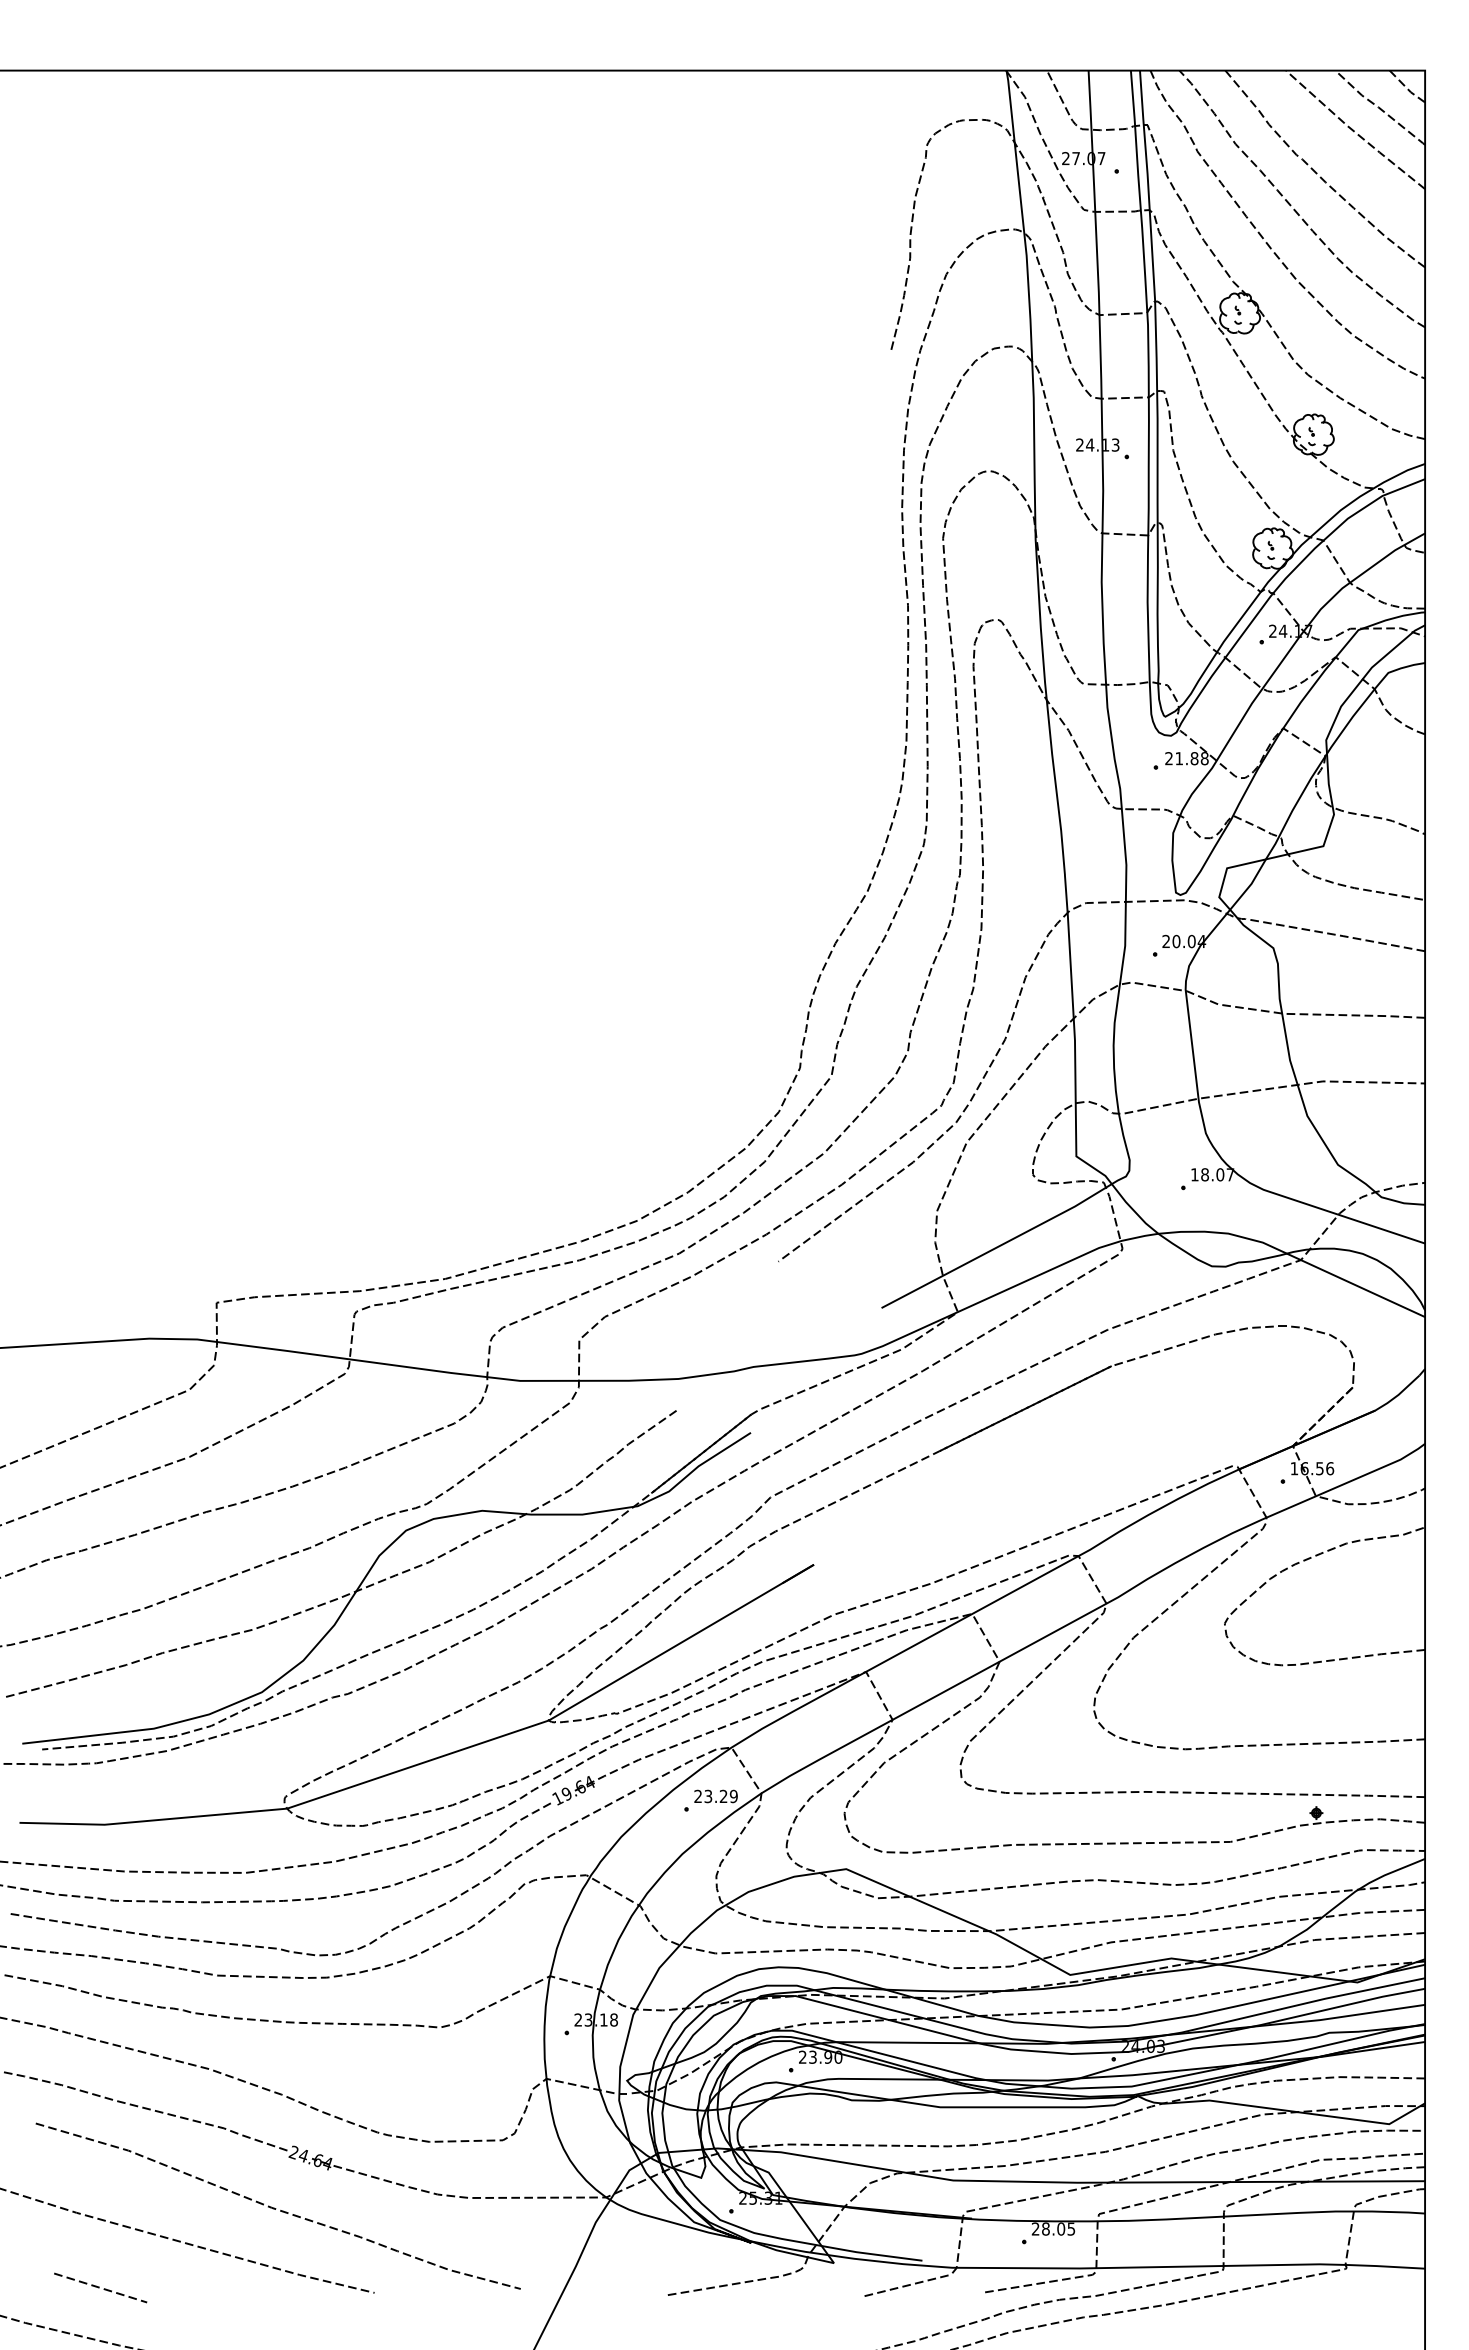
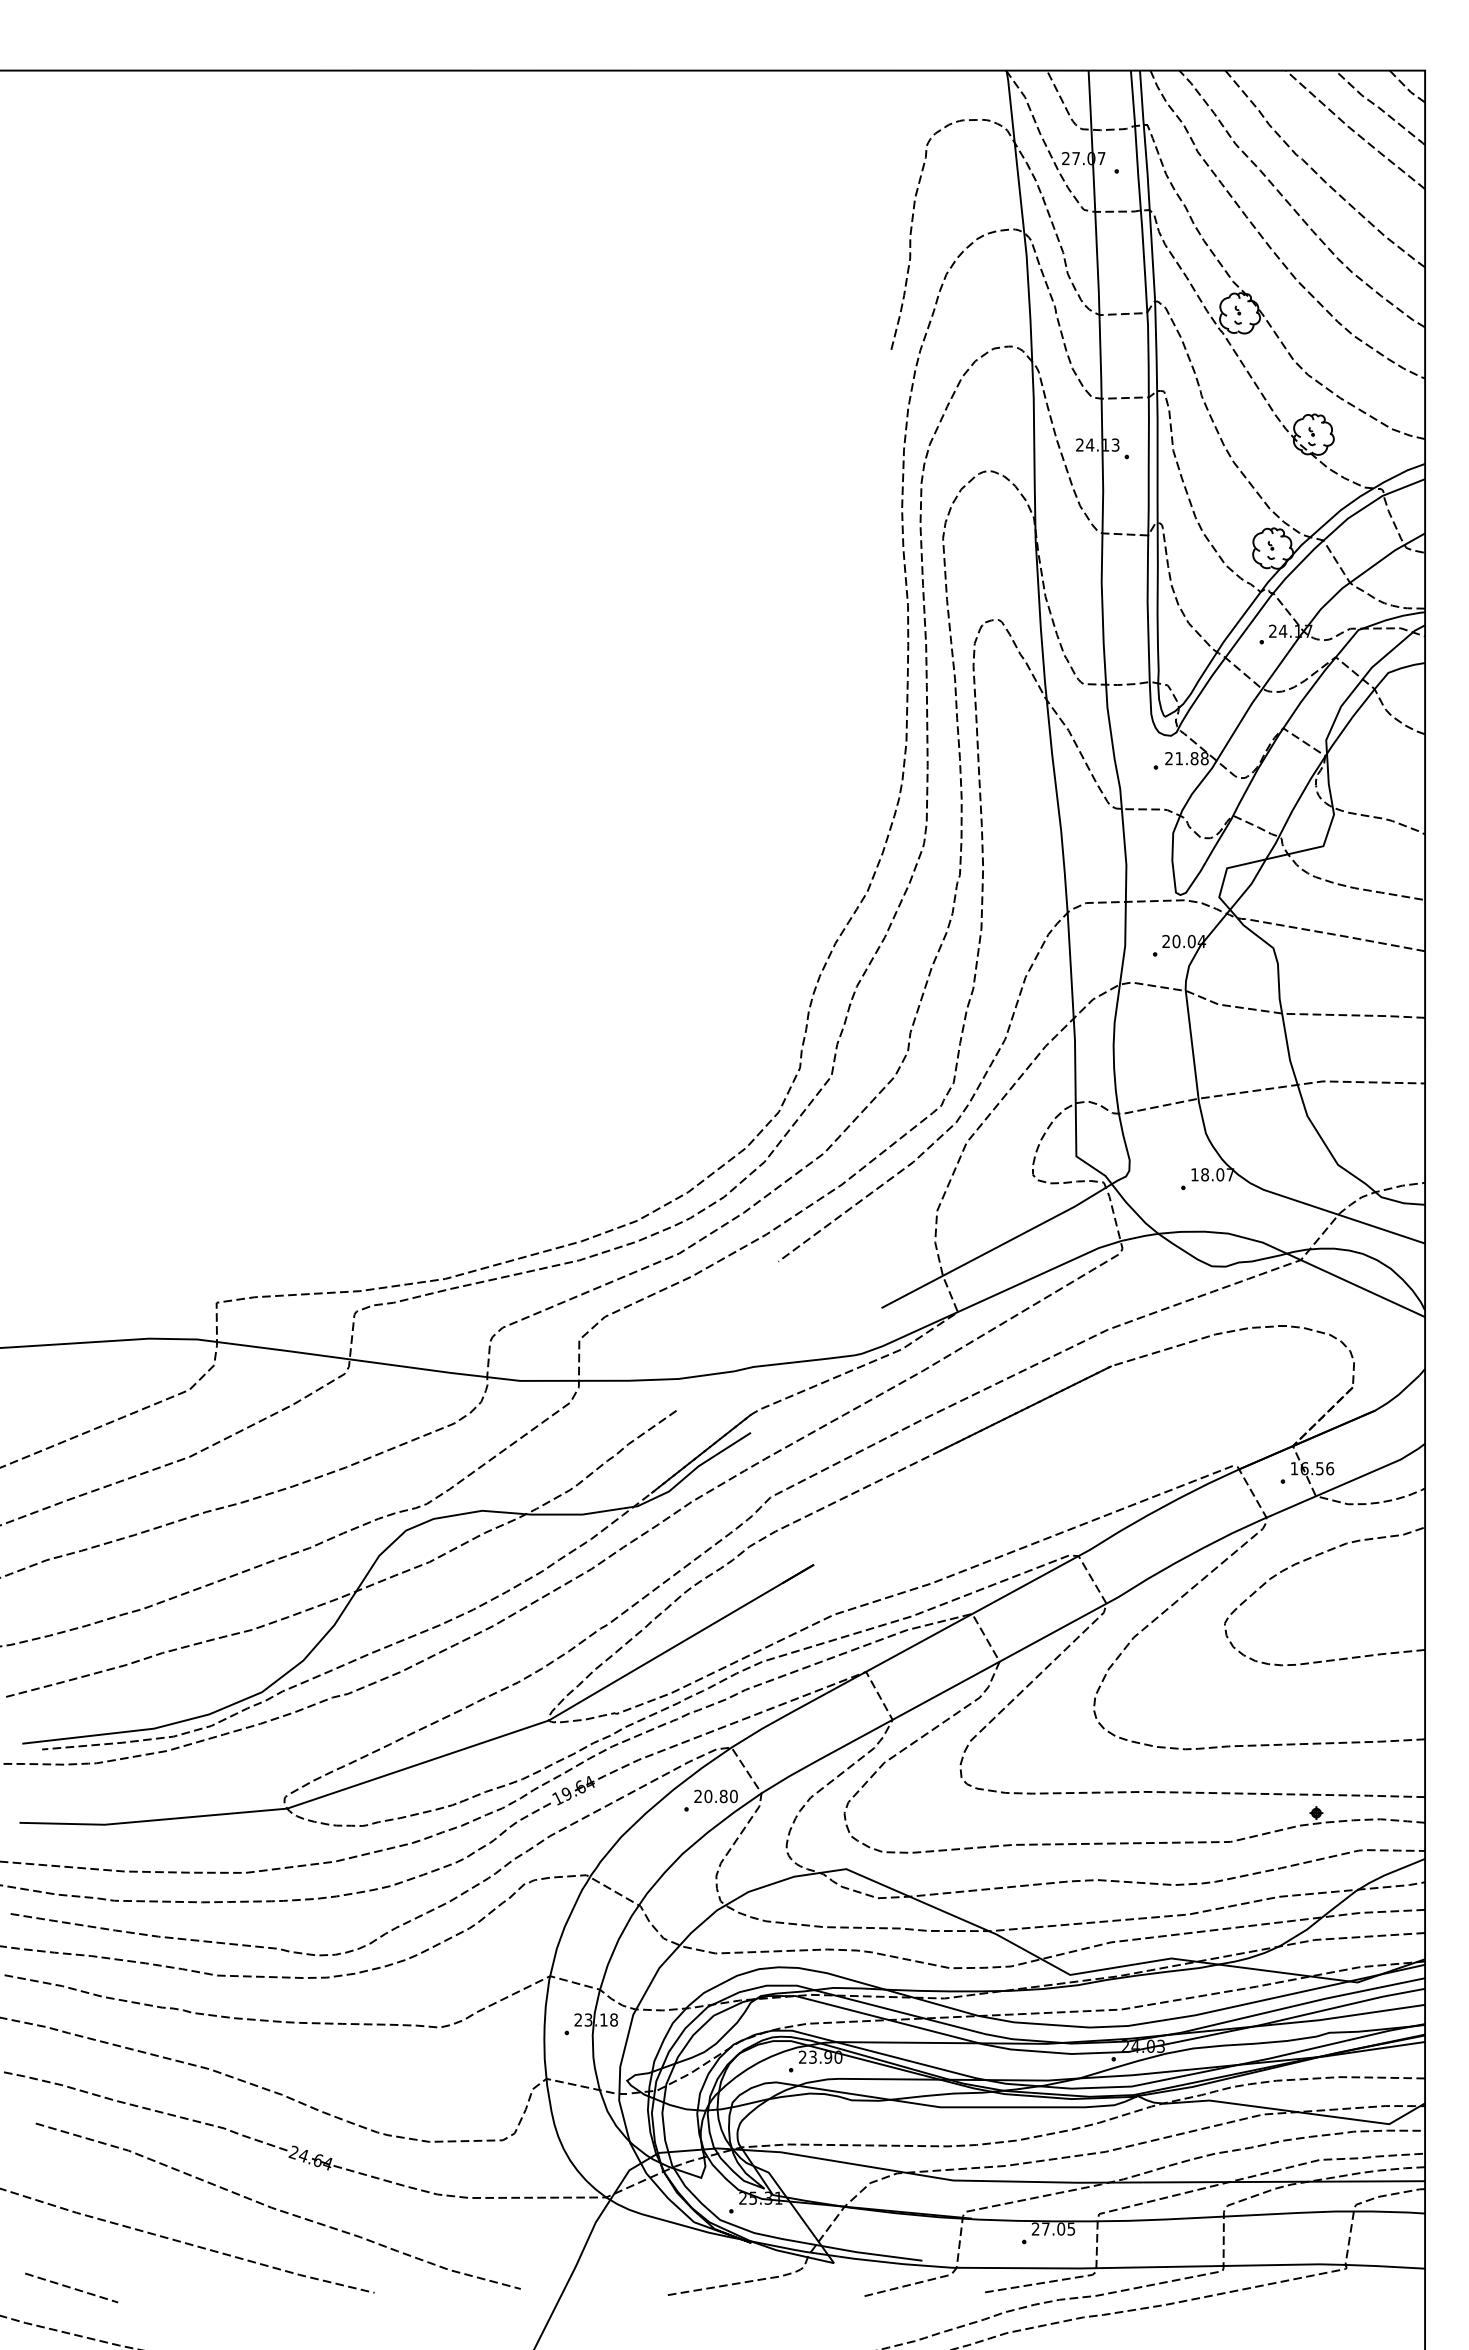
text at (720, 1796): 23.29 -> 20.80
text at (1045, 2228): 28.05 -> 27.05
line at (99, 2287) position: (99, 2287) -> (70, 2287)
